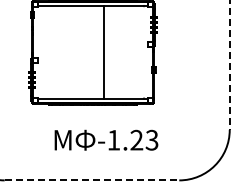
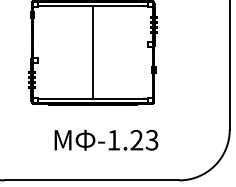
line at (103, 52) position: (103, 52) -> (92, 52)
line at (229, 65): dashed -> solid
line at (92, 180): dashed -> solid
